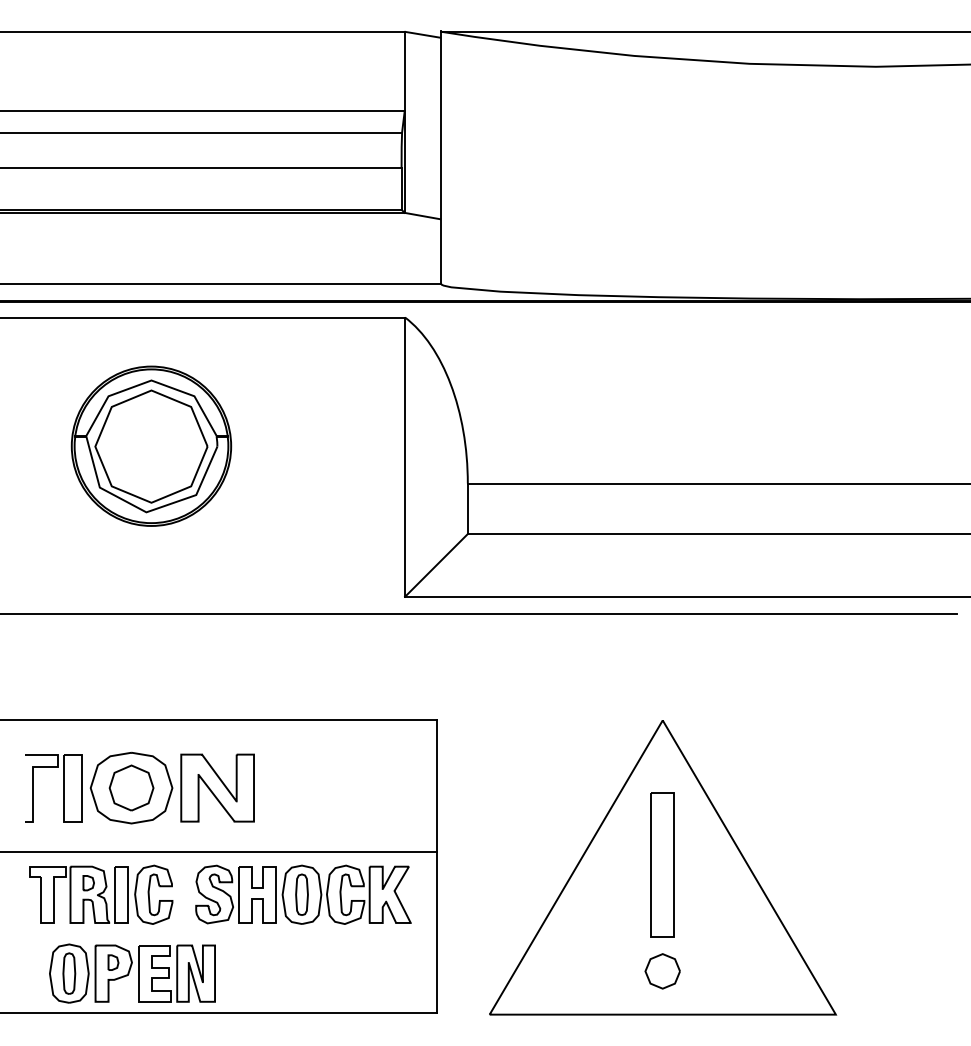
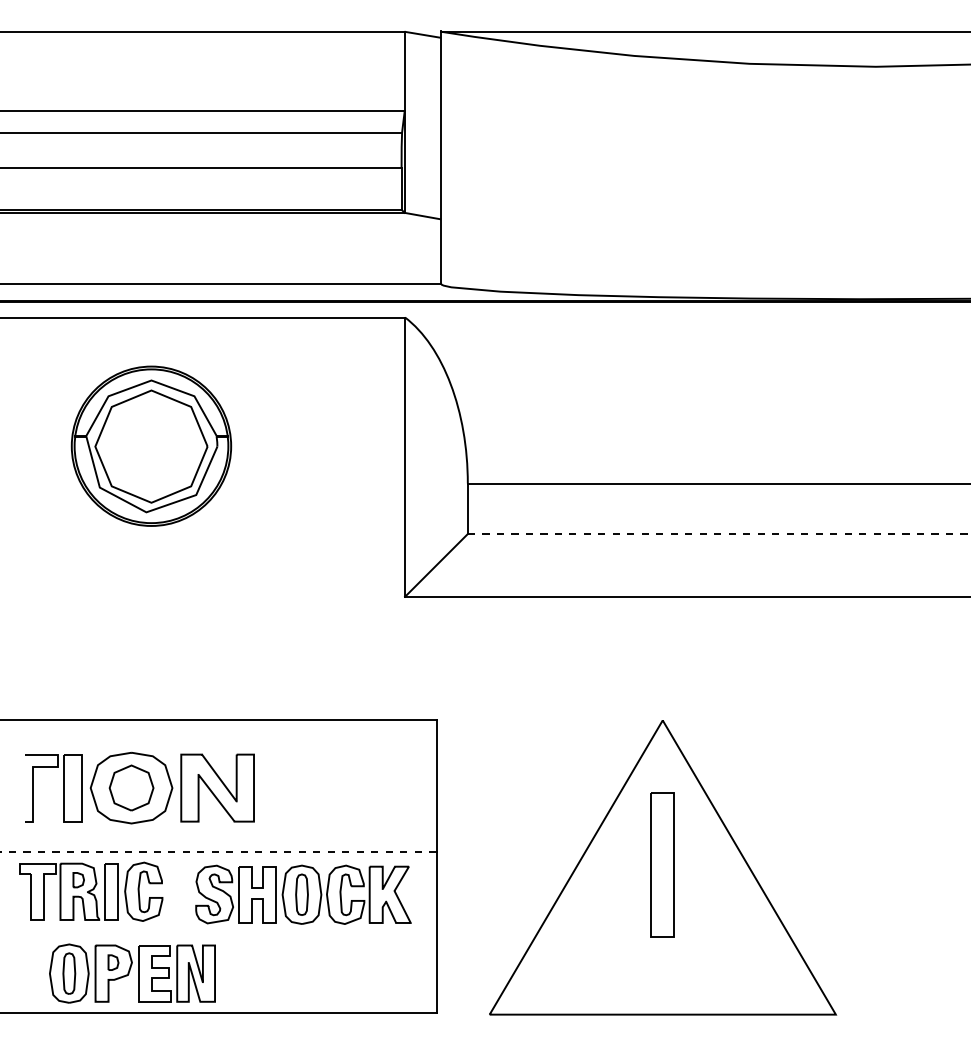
line at (719, 534): solid -> dashed
line at (479, 613): present -> none
line at (219, 851): solid -> dashed
part at (101, 894) position: (101, 894) -> (91, 891)
part at (662, 971): present -> none
